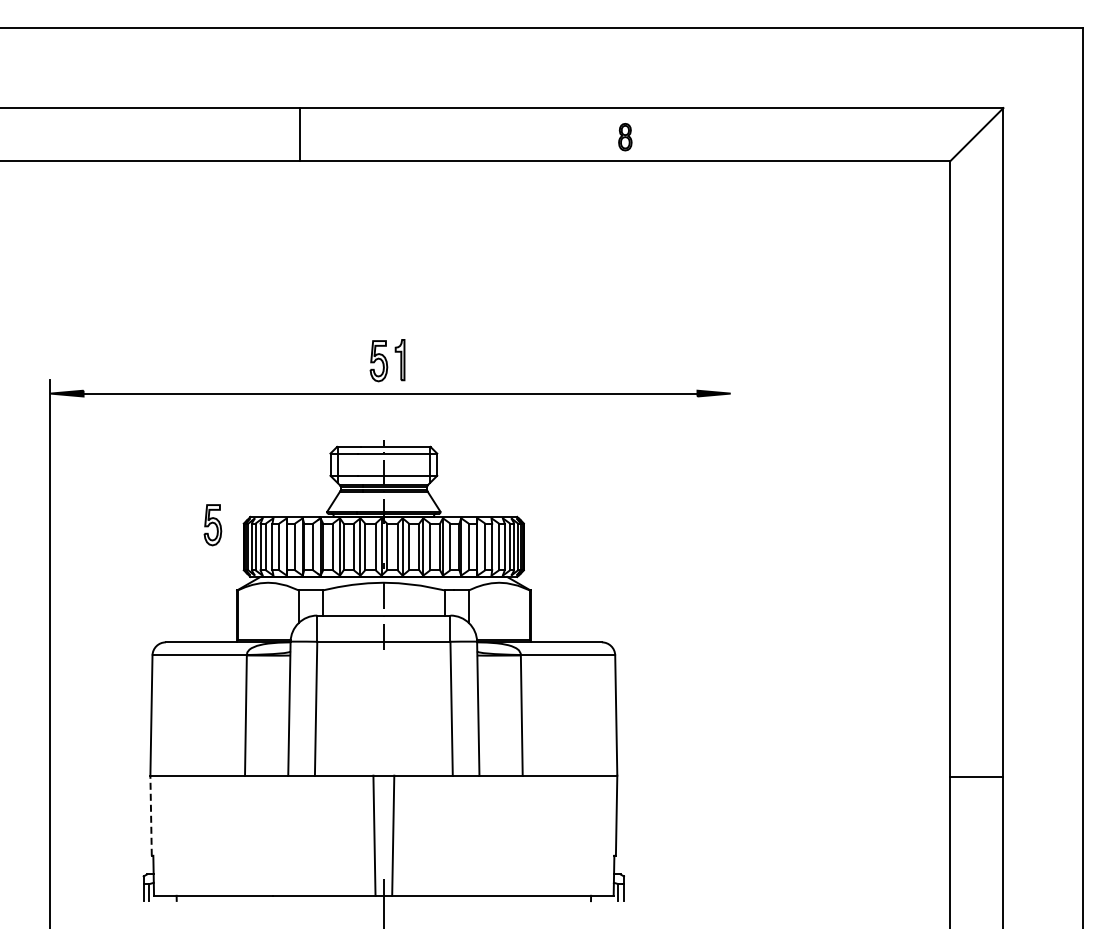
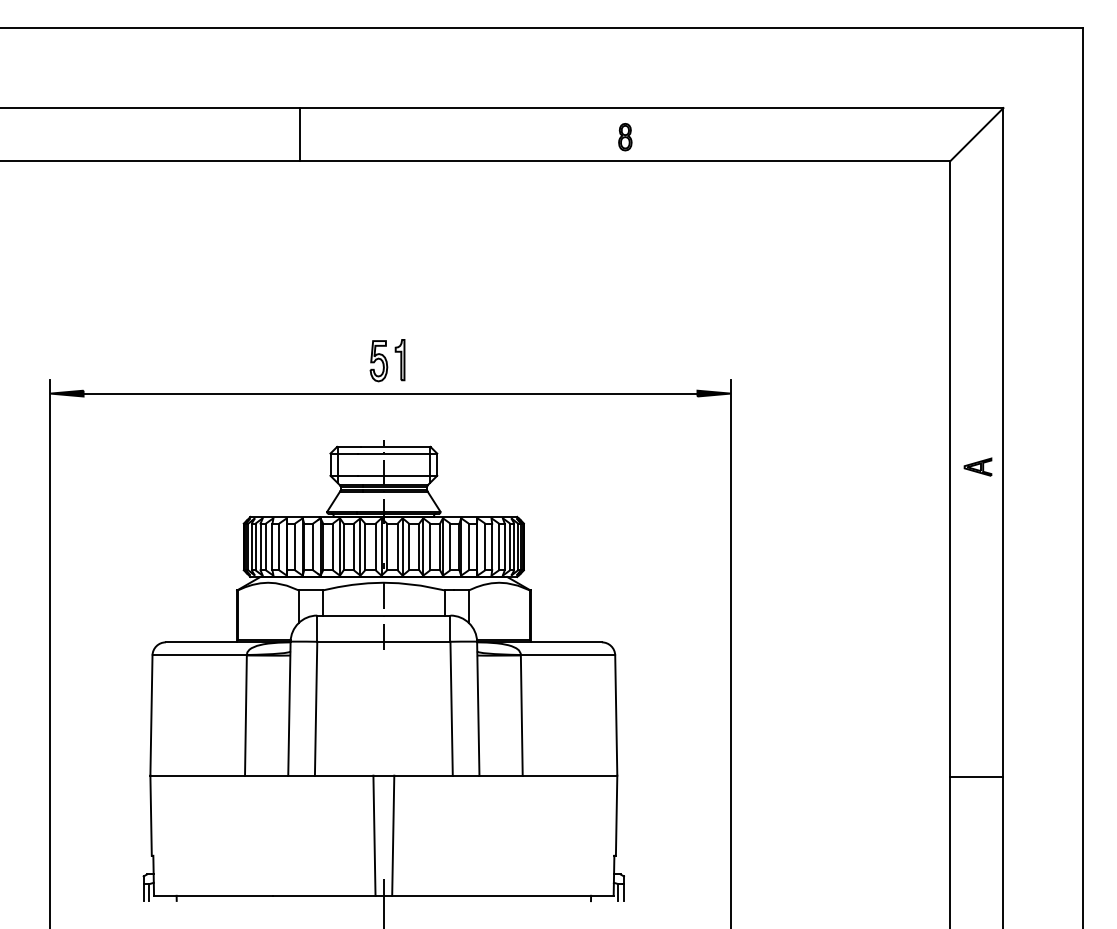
part at (977, 466): none -> present
part at (212, 525): present -> none
line at (730, 652): none -> present
line at (151, 815): dashed -> solid
